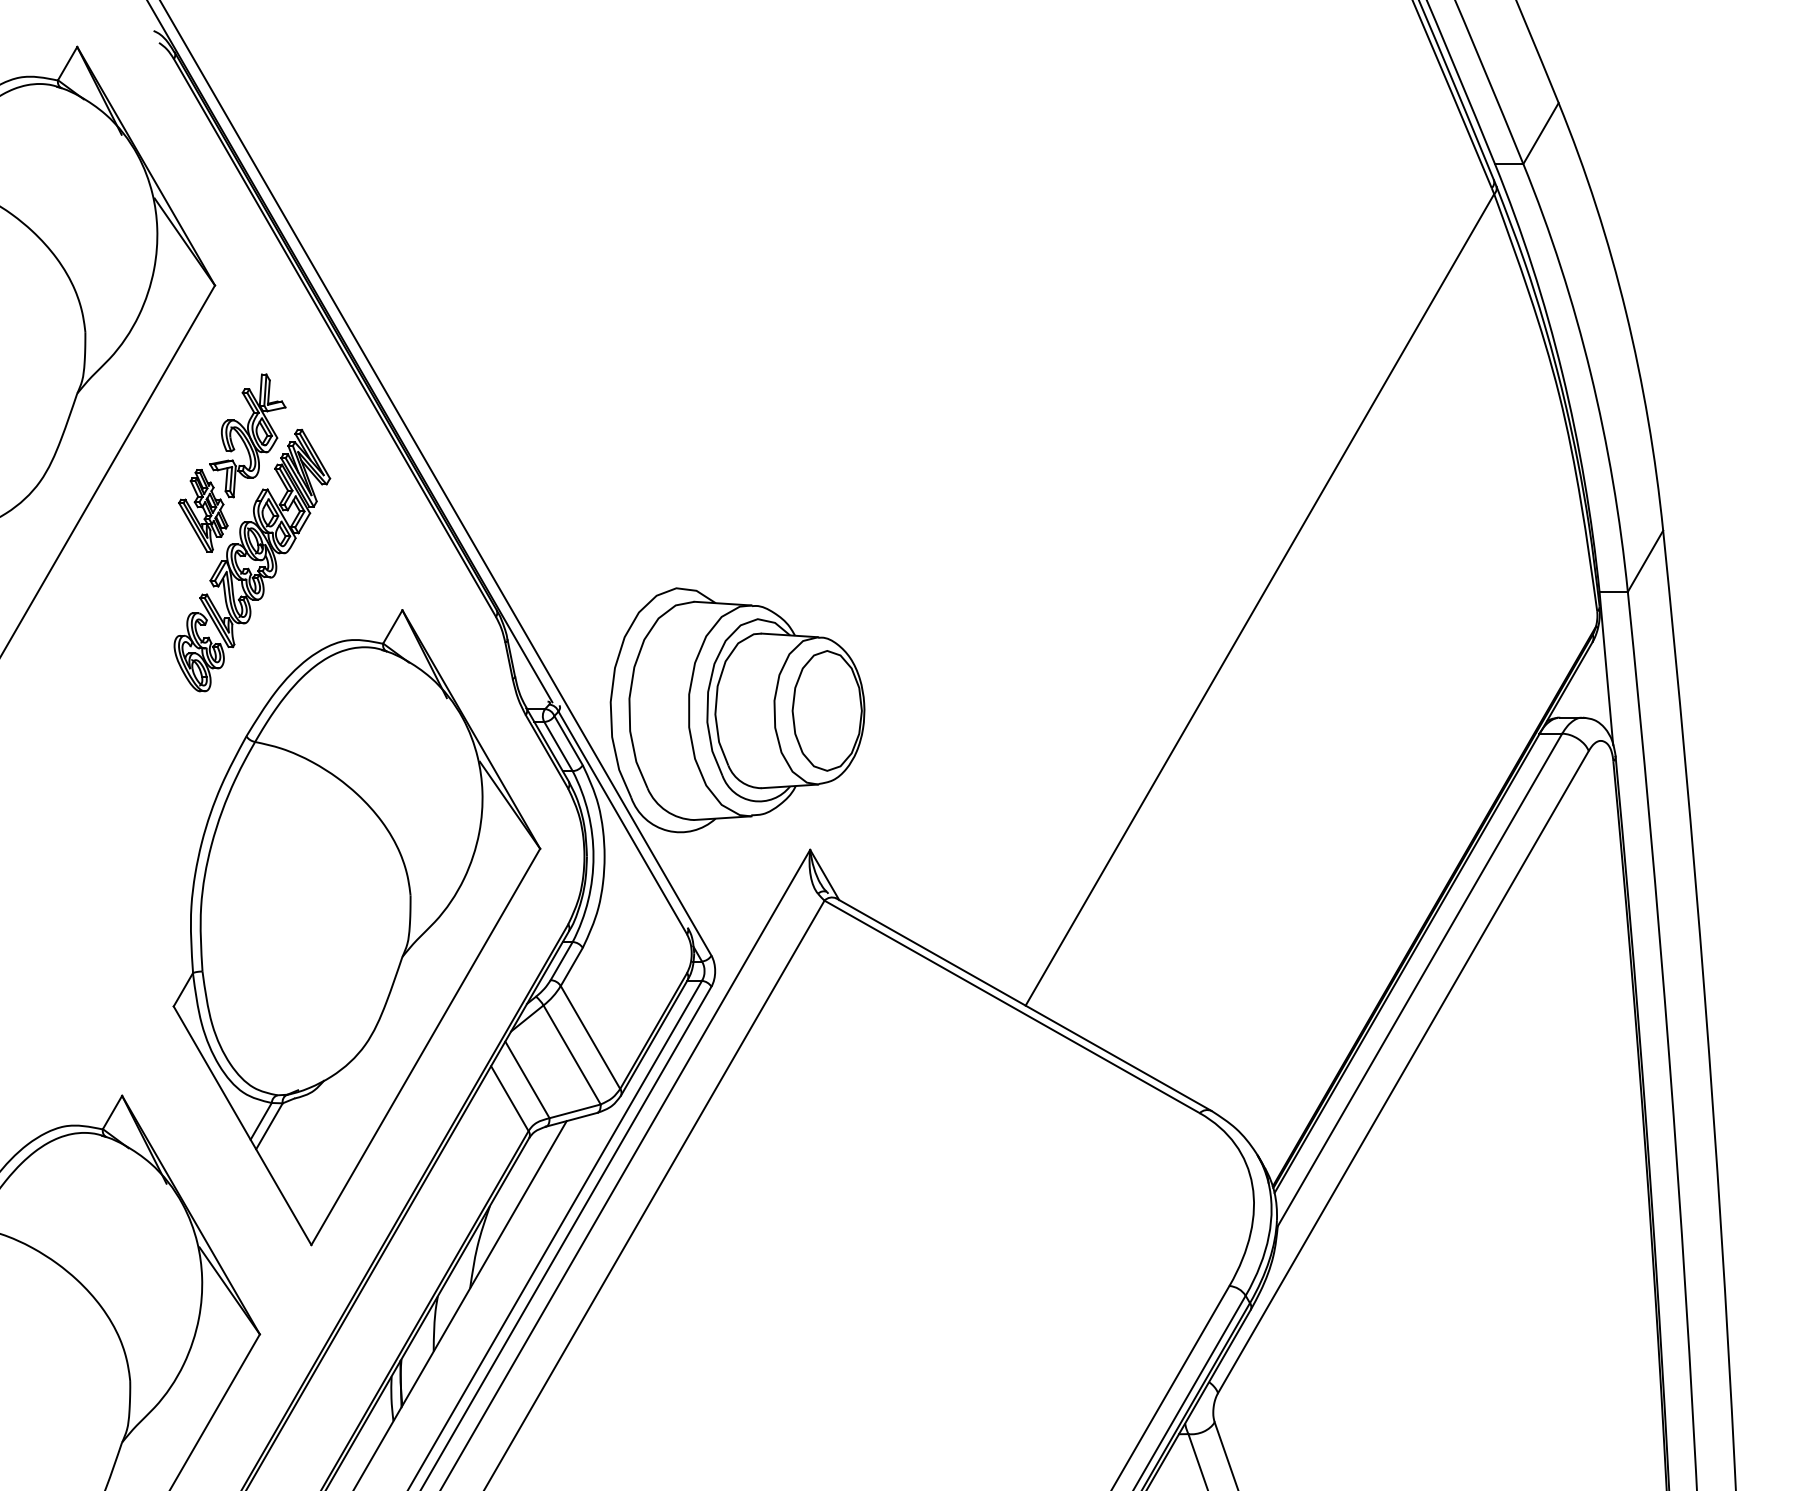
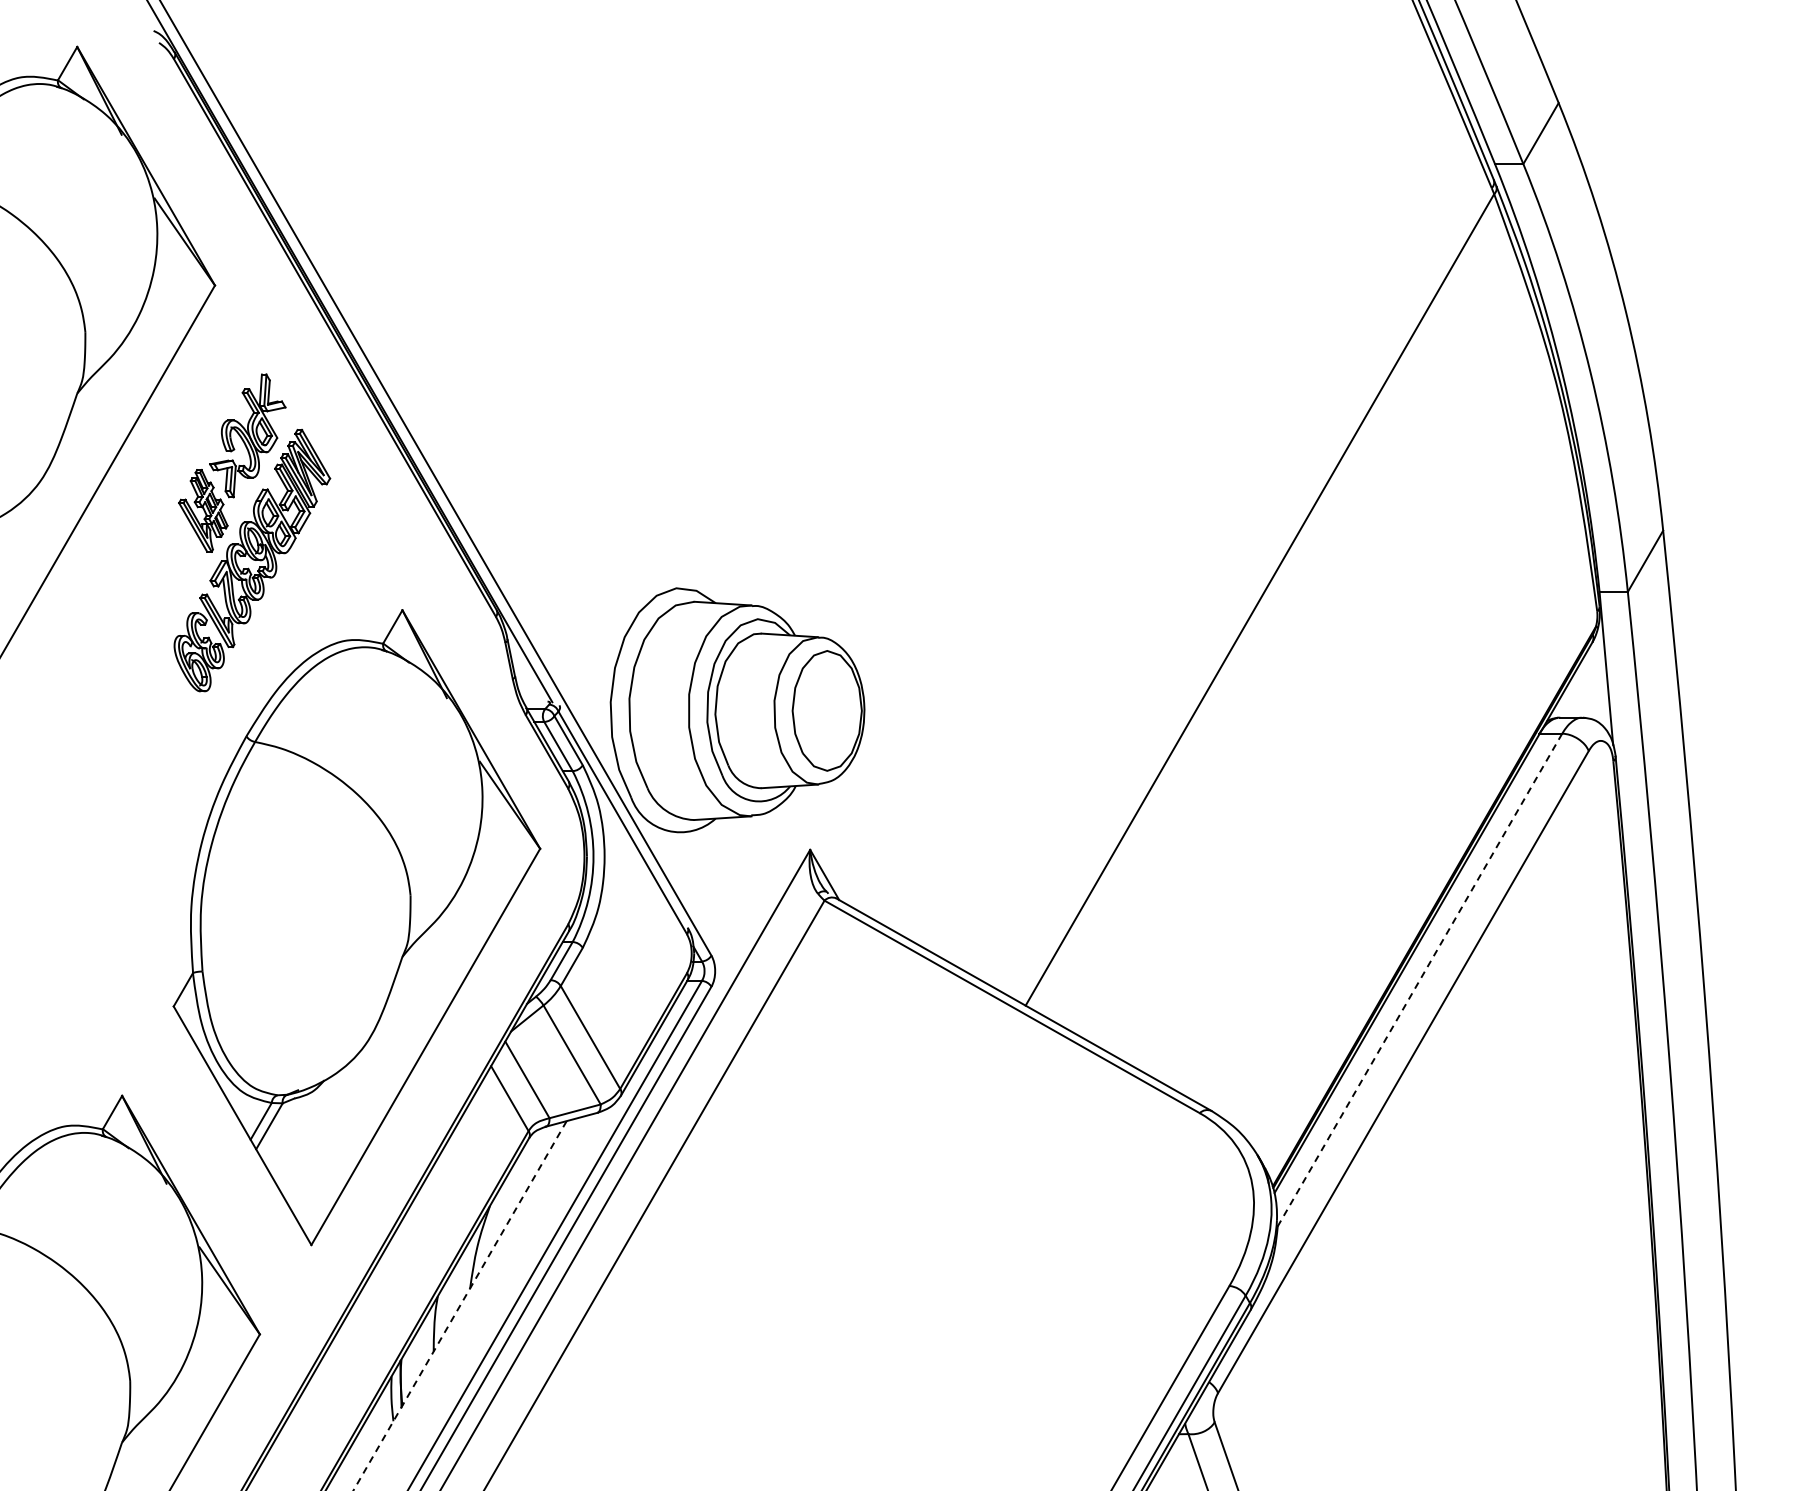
line at (1419, 980): solid -> dashed
line at (459, 1306): solid -> dashed
